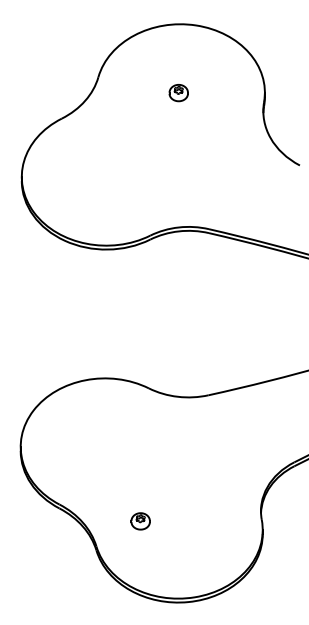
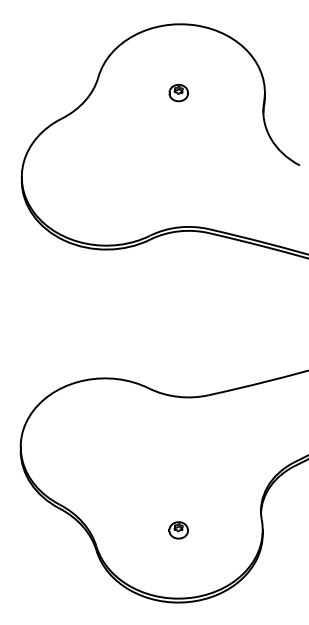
part at (140, 521) position: (140, 521) -> (178, 530)
